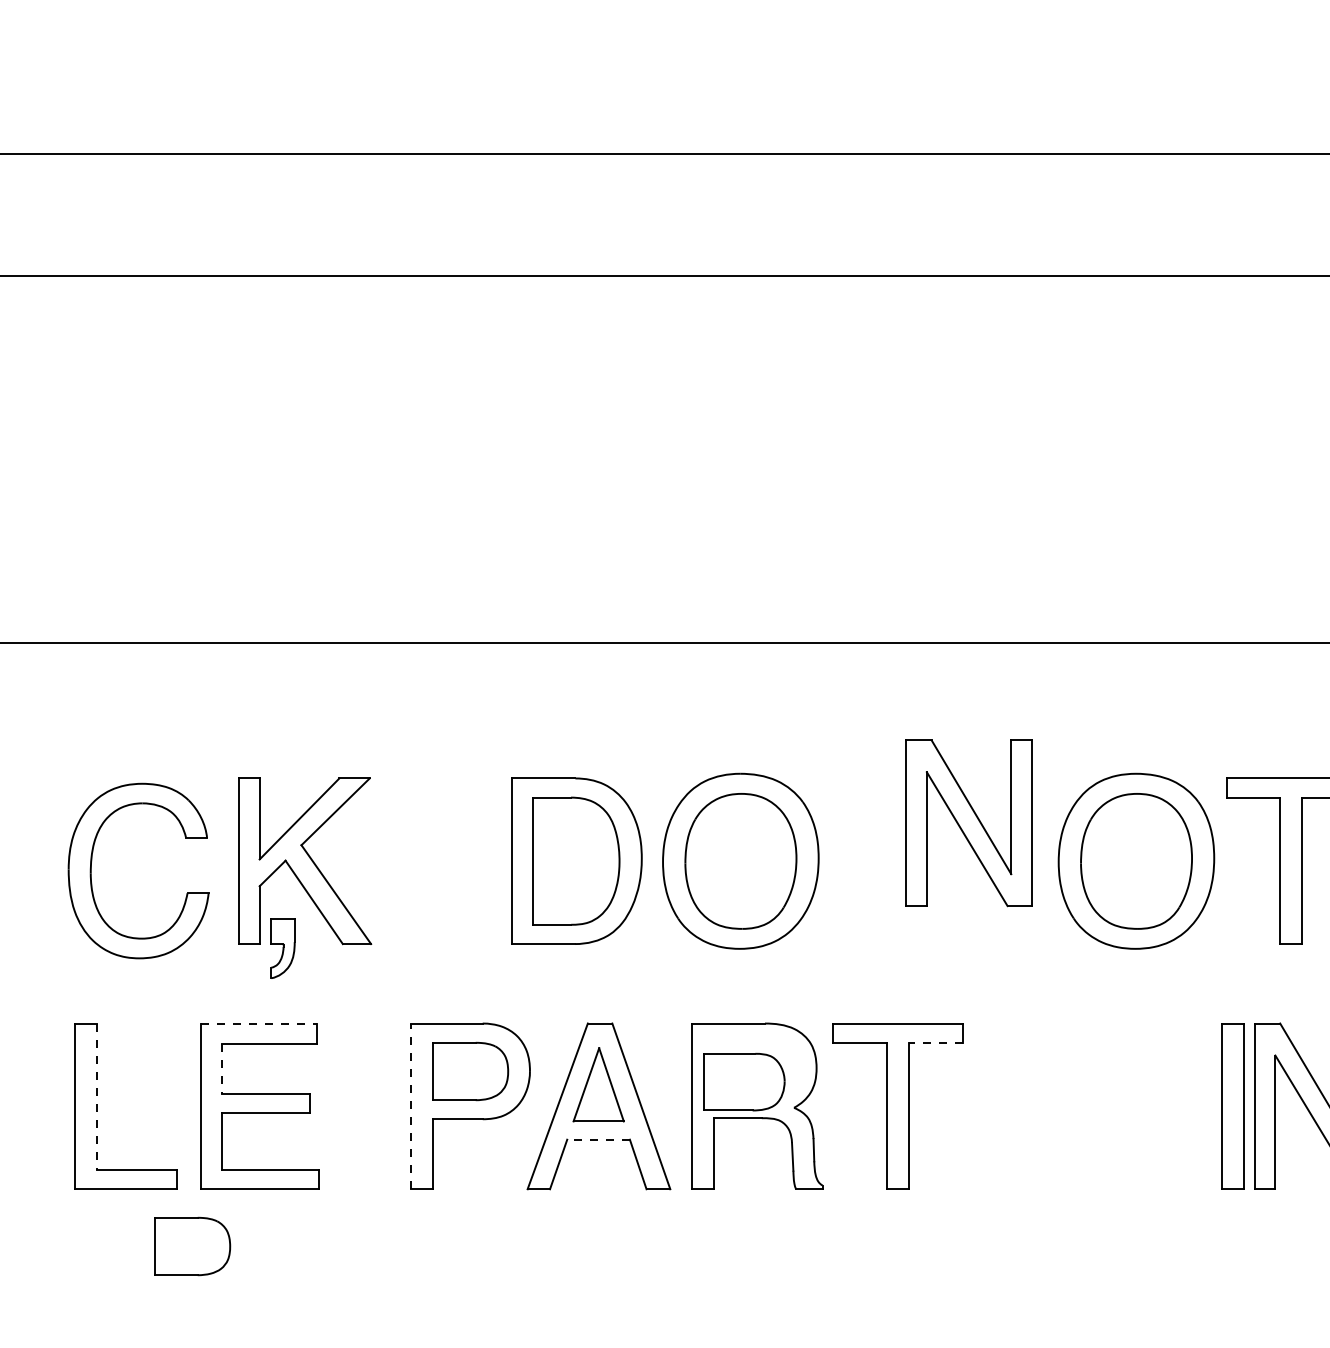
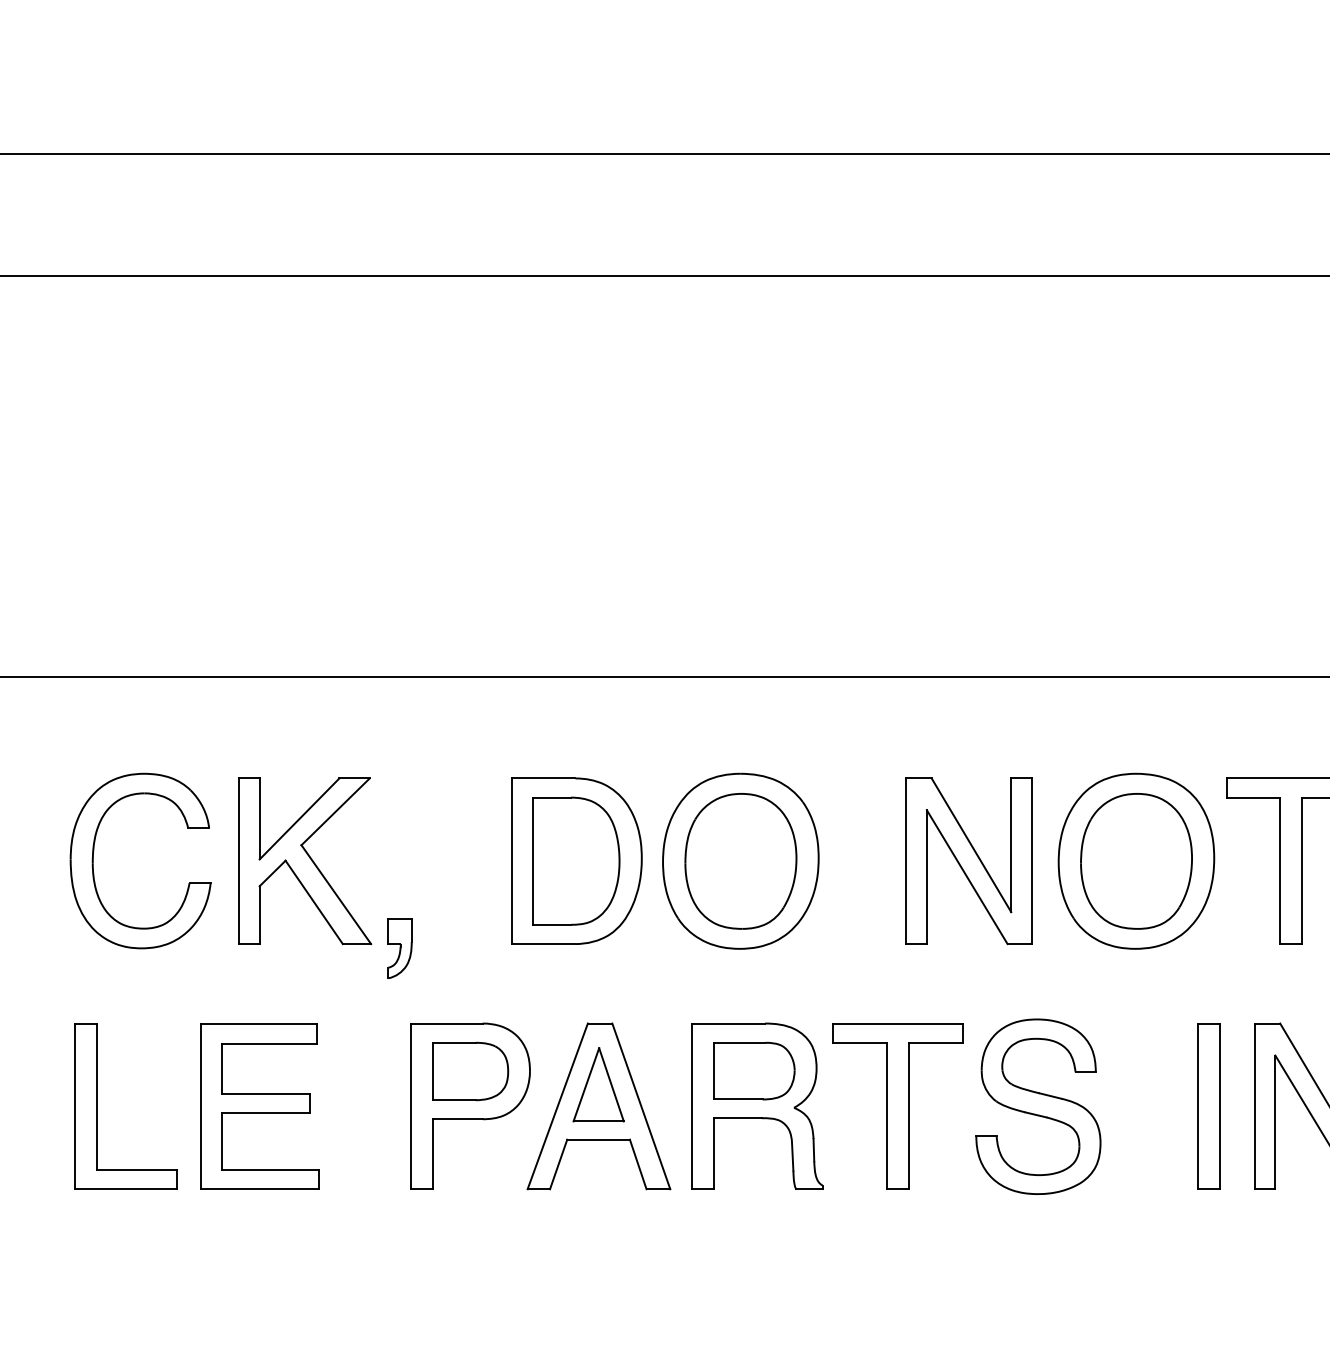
line at (664, 643) position: (664, 643) -> (664, 677)
part at (968, 823) position: (968, 823) -> (968, 861)
part at (92, 861) position: (92, 861) -> (94, 851)
part at (282, 948) position: (282, 948) -> (399, 948)
line at (258, 1023): dashed -> solid
line at (935, 1043): dashed -> solid
line at (222, 1069): dashed -> solid
part at (744, 1081) position: (744, 1081) -> (754, 1070)
line at (96, 1096): dashed -> solid
line at (411, 1106): dashed -> solid
part at (1038, 1106): none -> present
part at (1232, 1106) position: (1232, 1106) -> (1208, 1106)
line at (598, 1139): dashed -> solid
part at (192, 1246): present -> none
